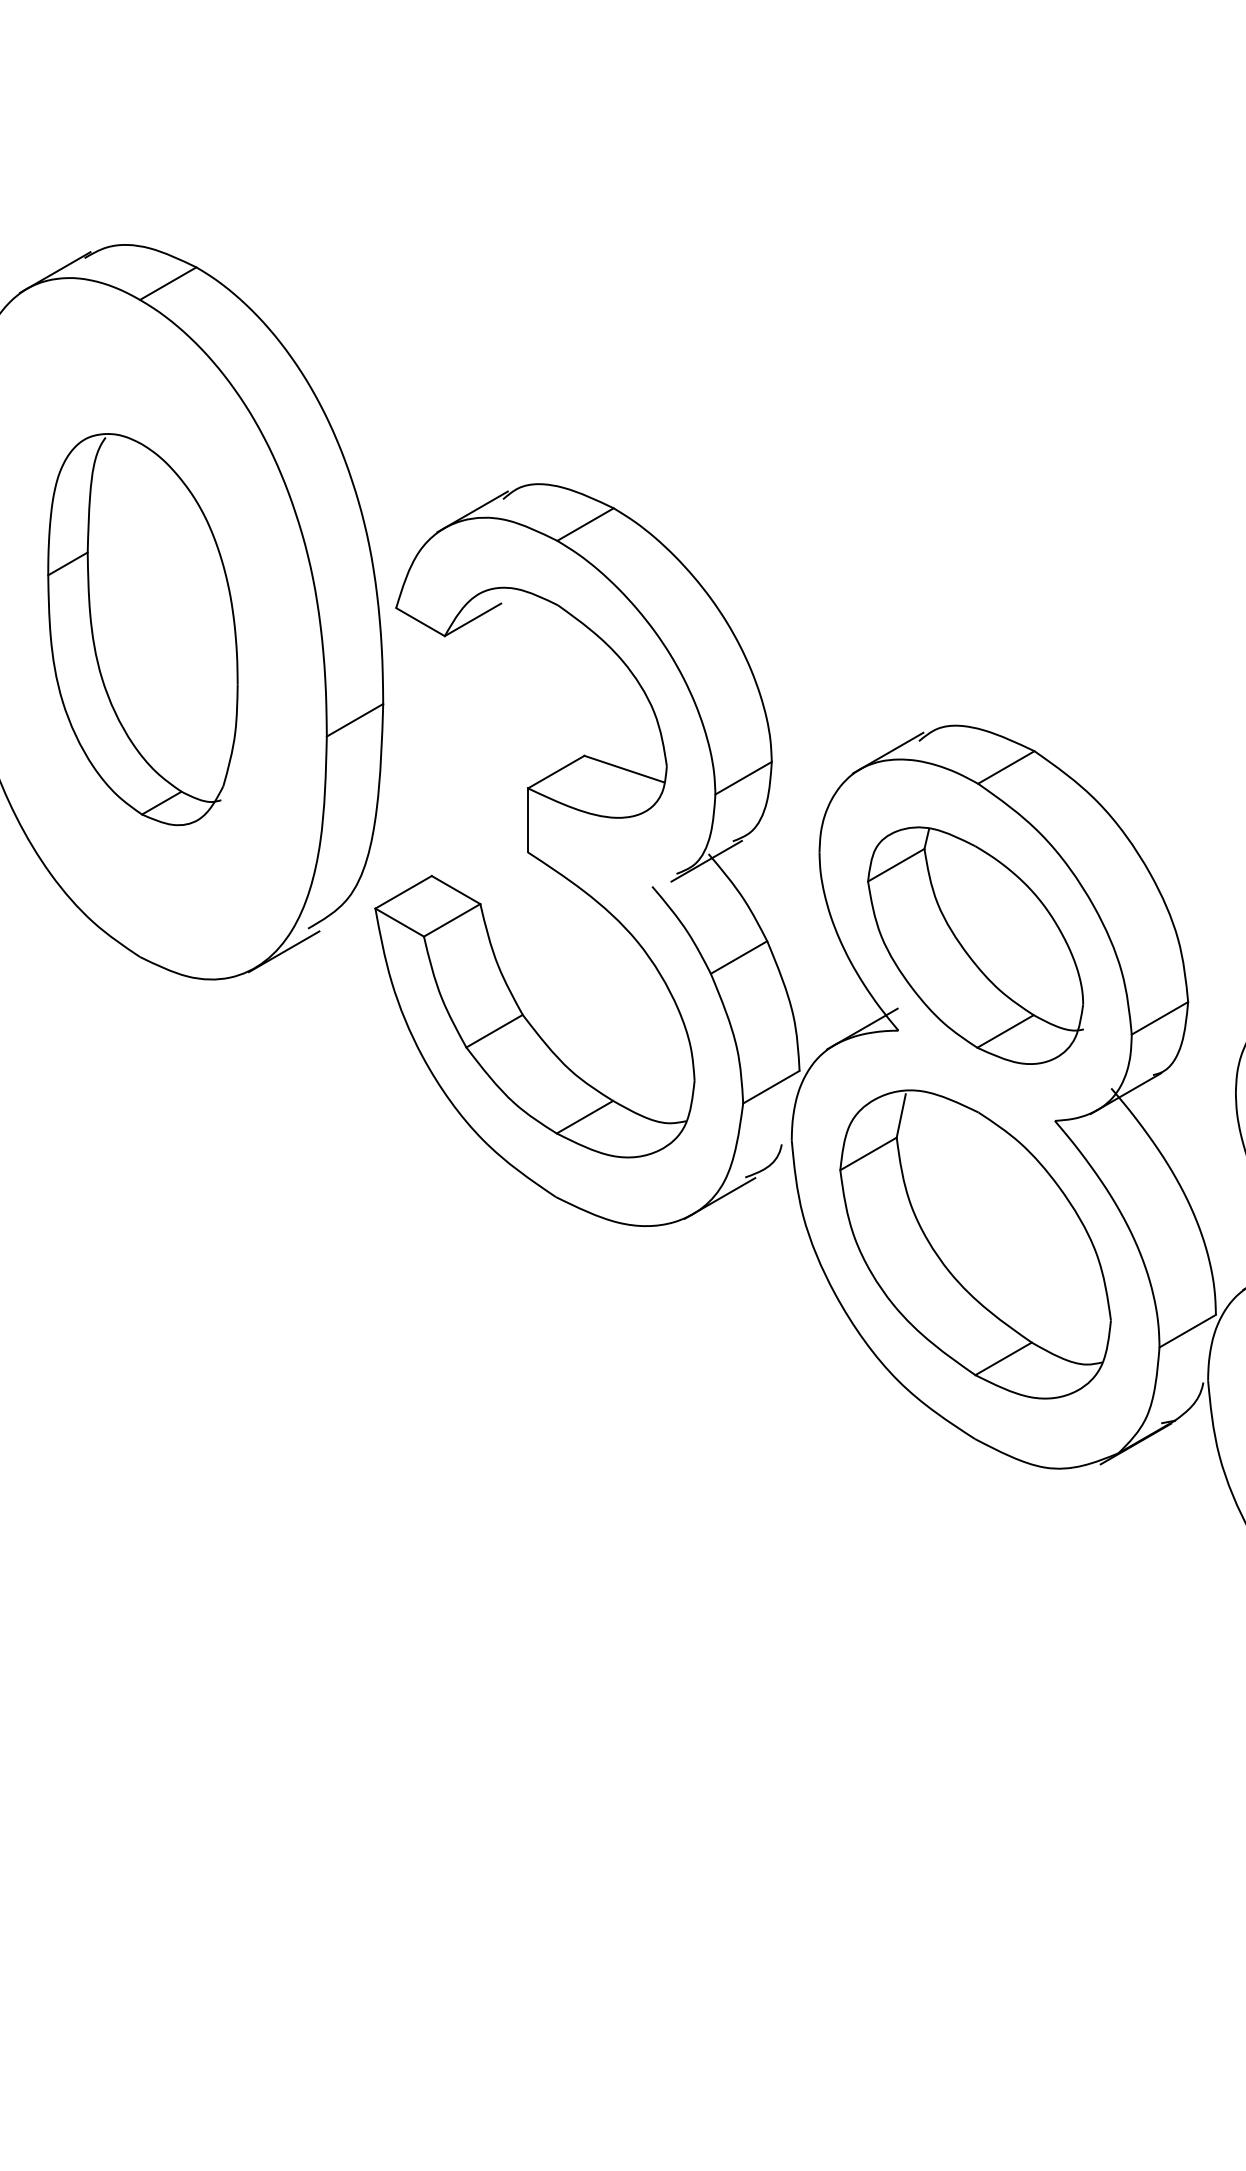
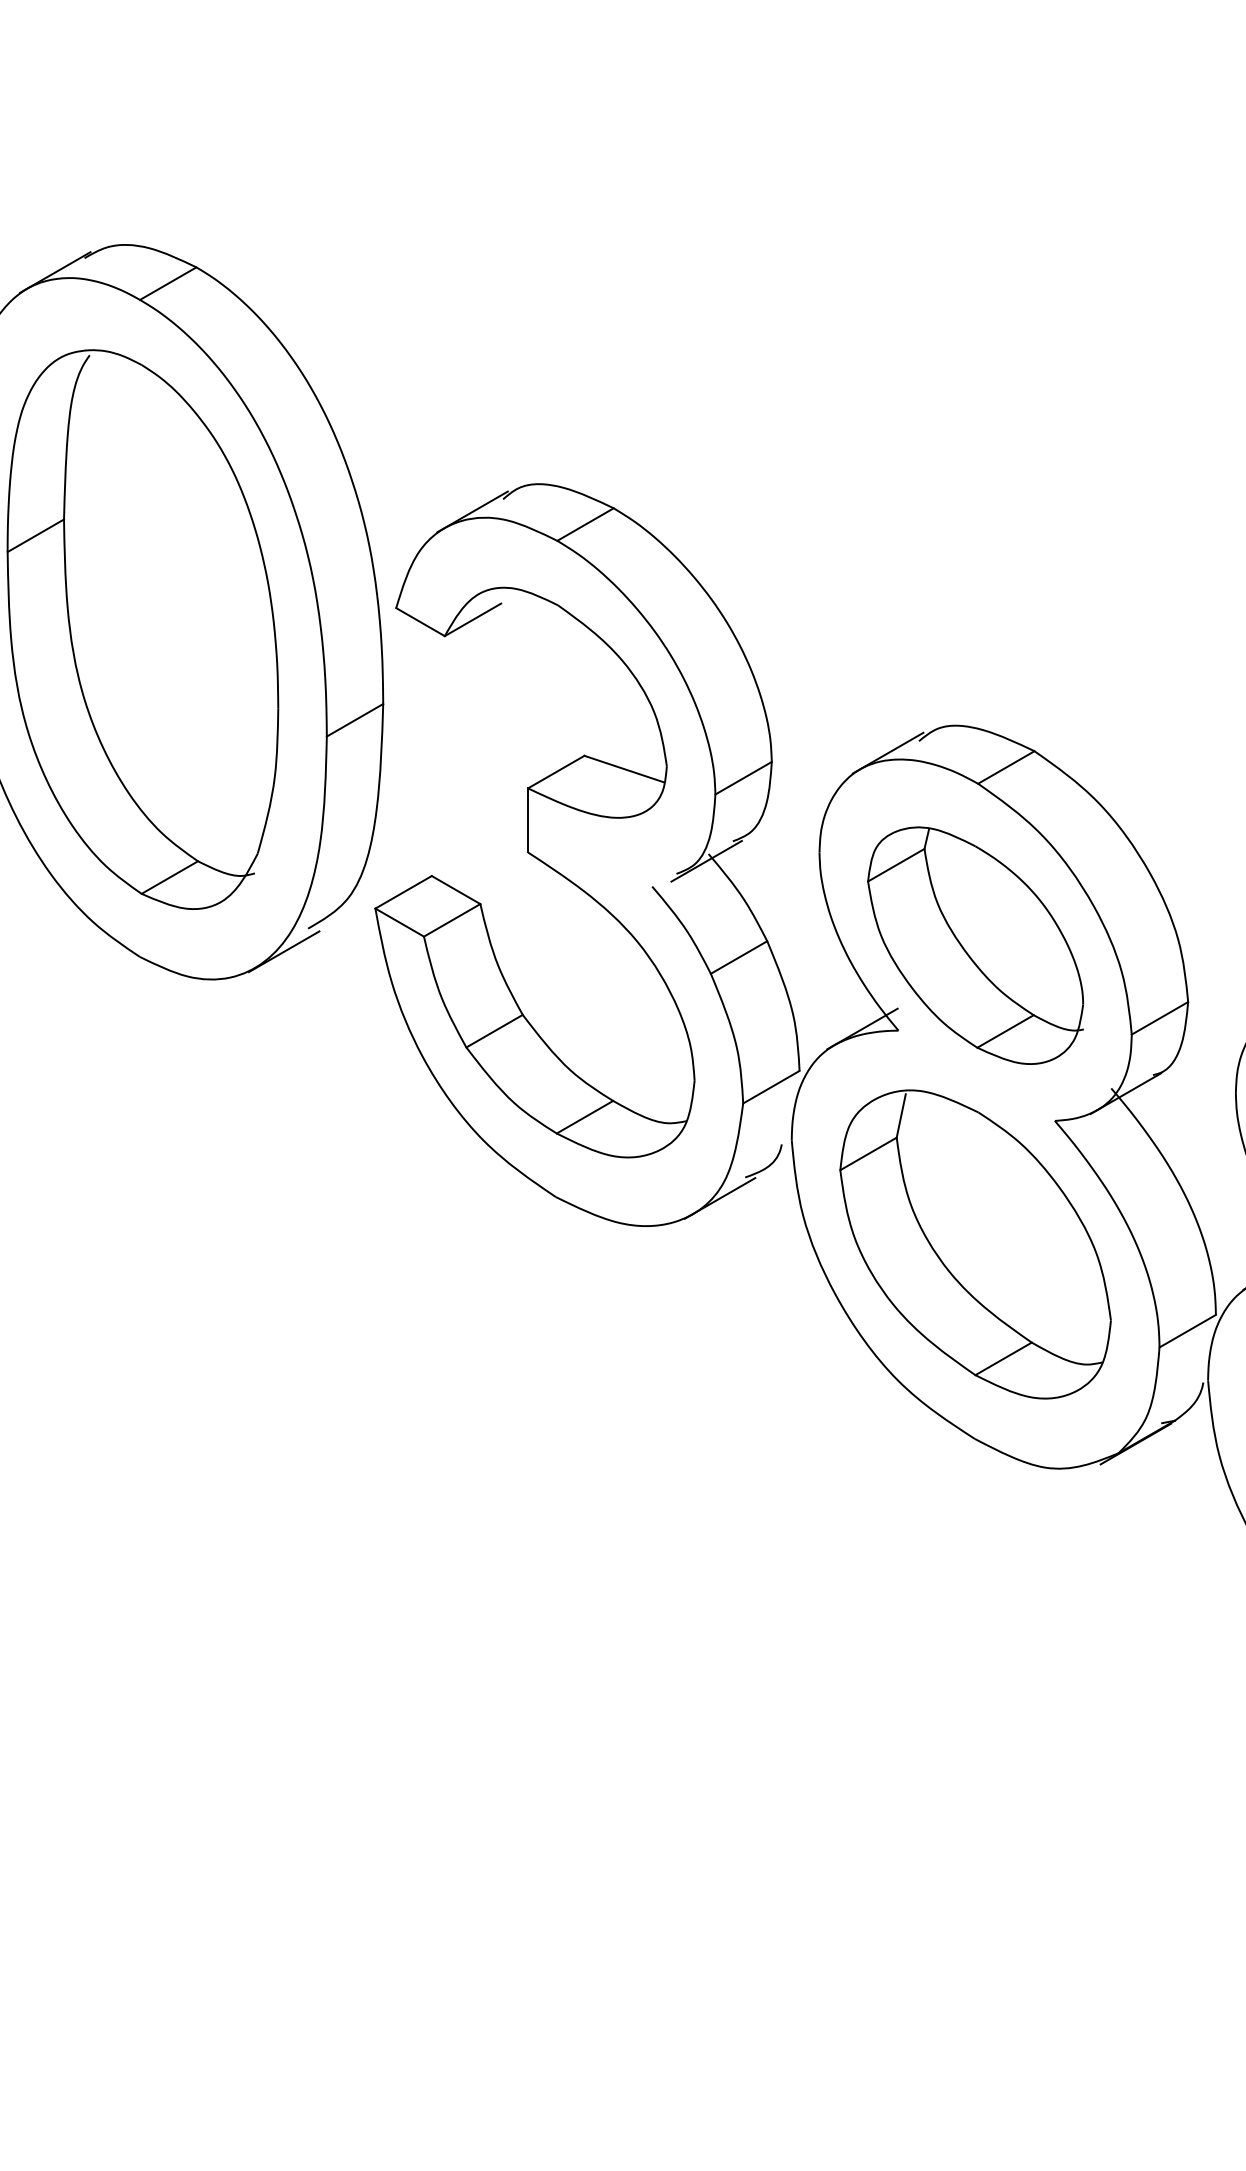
part at (142, 629) size: 192x394 px -> 274x561 px
